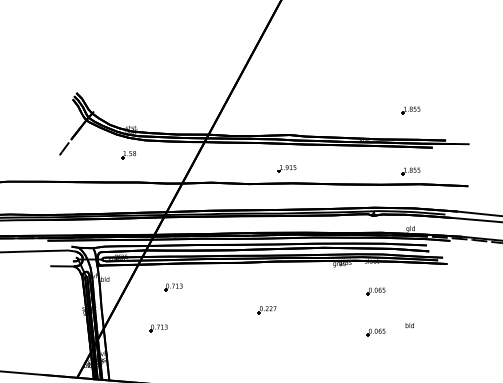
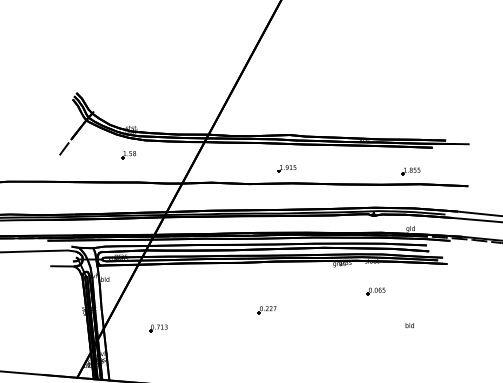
part at (410, 110): present -> none
part at (173, 287): present -> none
part at (375, 332): present -> none
